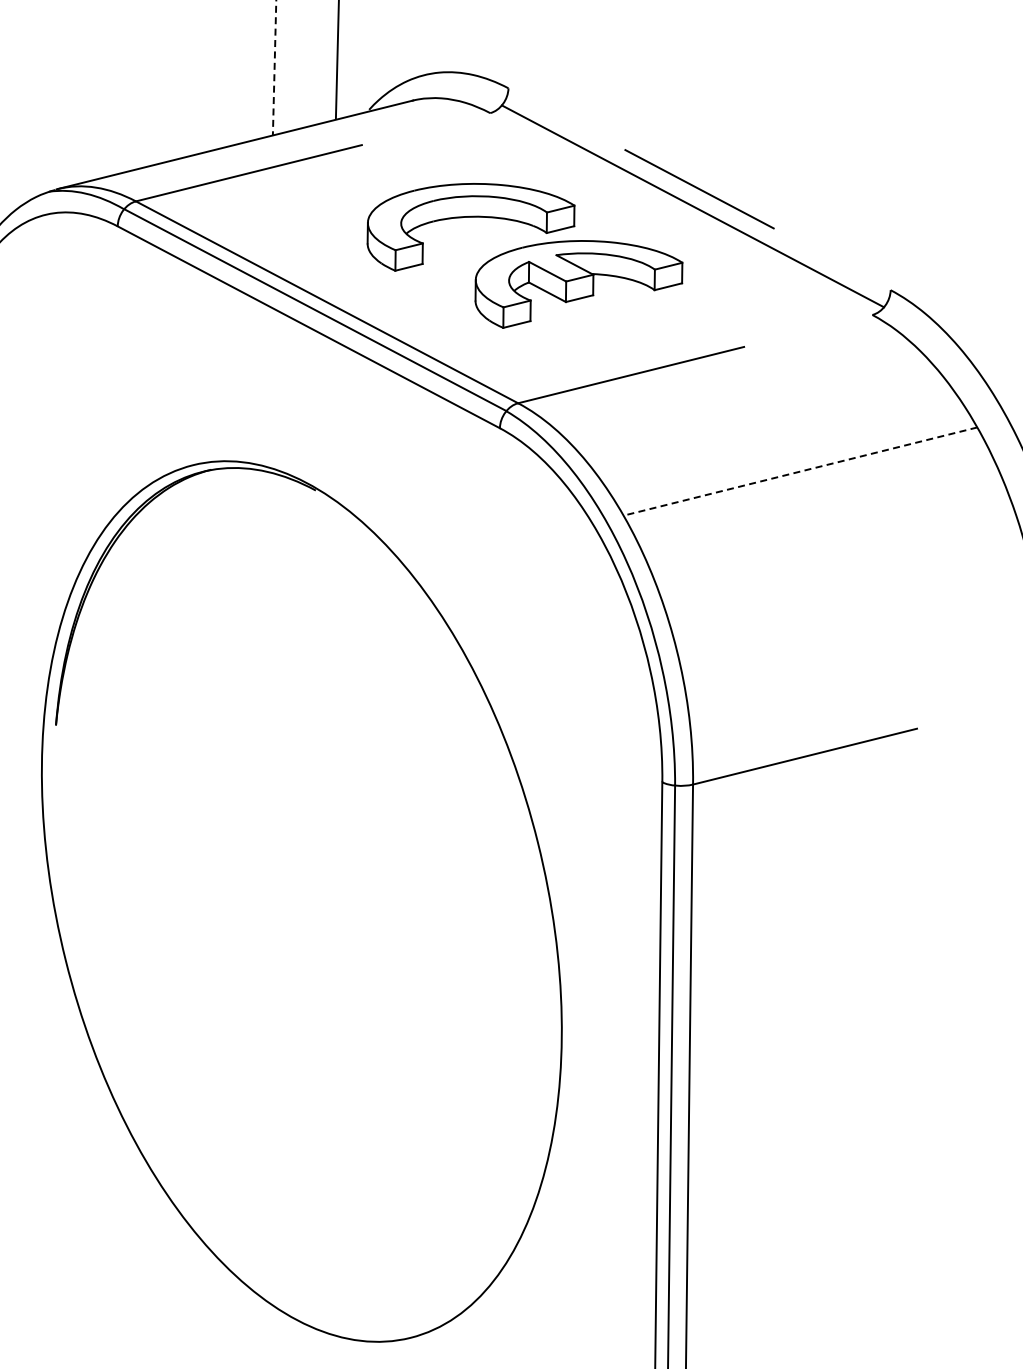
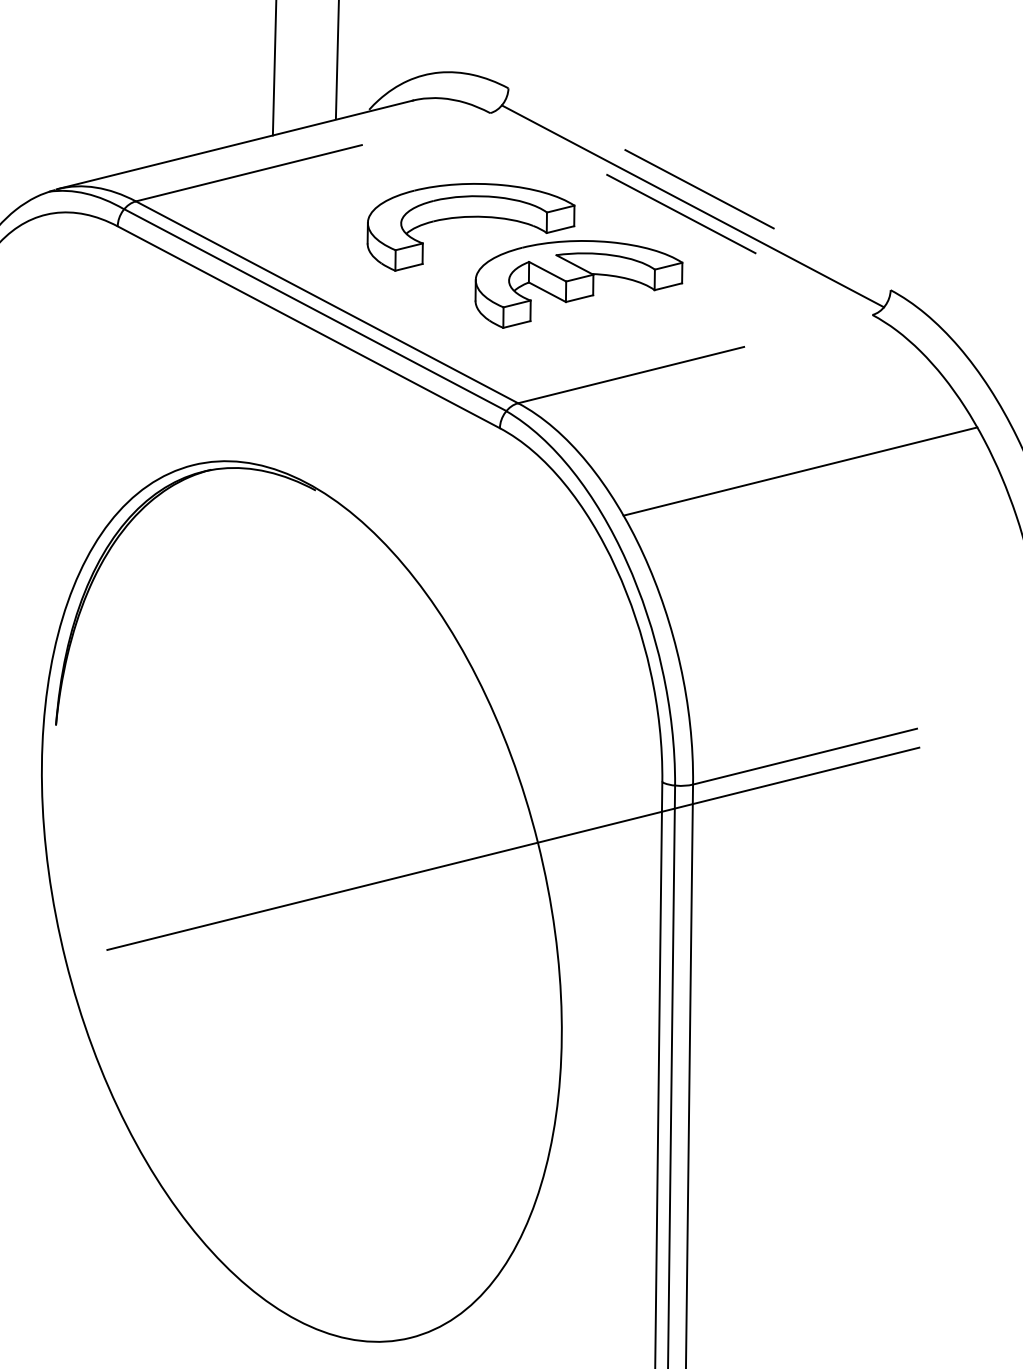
line at (274, 68): dashed -> solid
line at (681, 214): none -> present
line at (800, 471): dashed -> solid
line at (513, 848): none -> present
